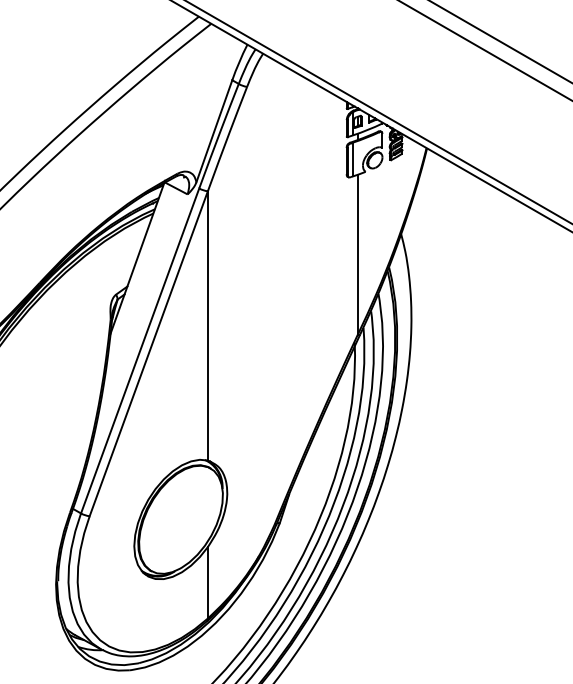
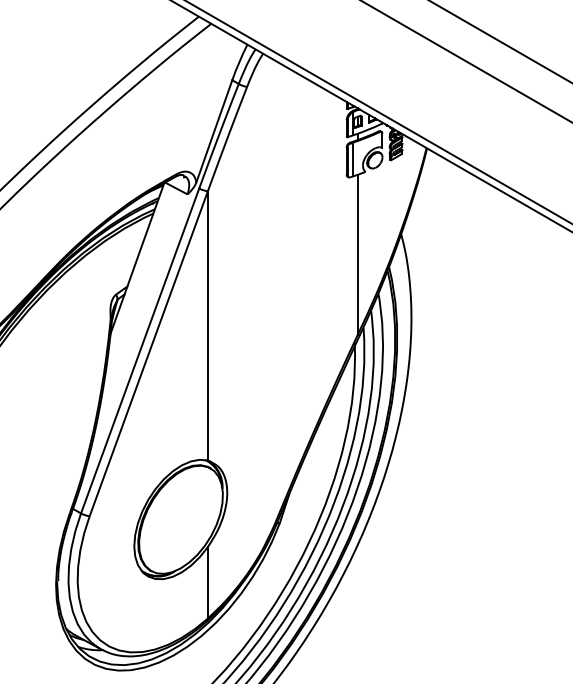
line at (485, 50) position: (485, 50) -> (466, 61)
